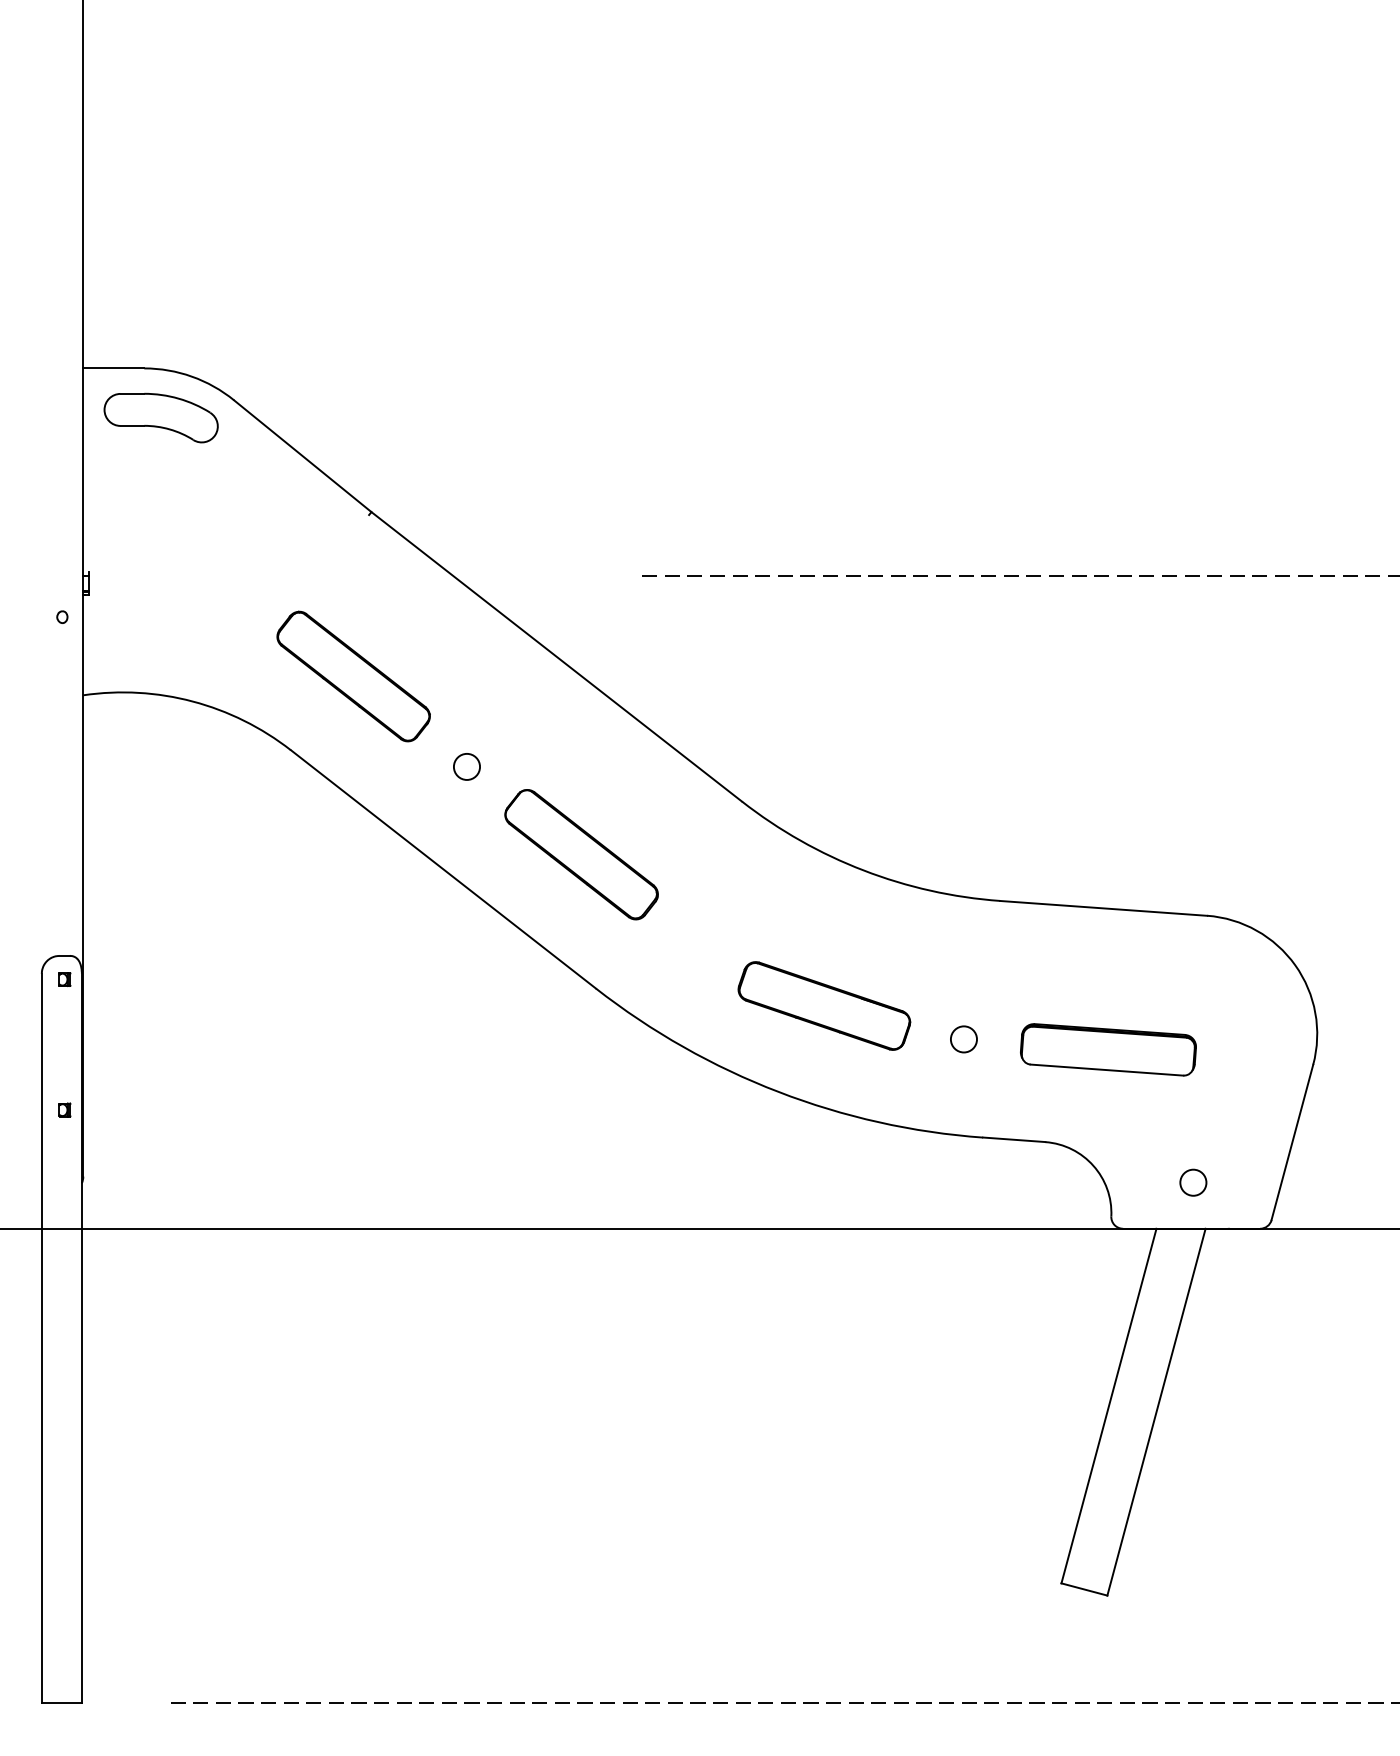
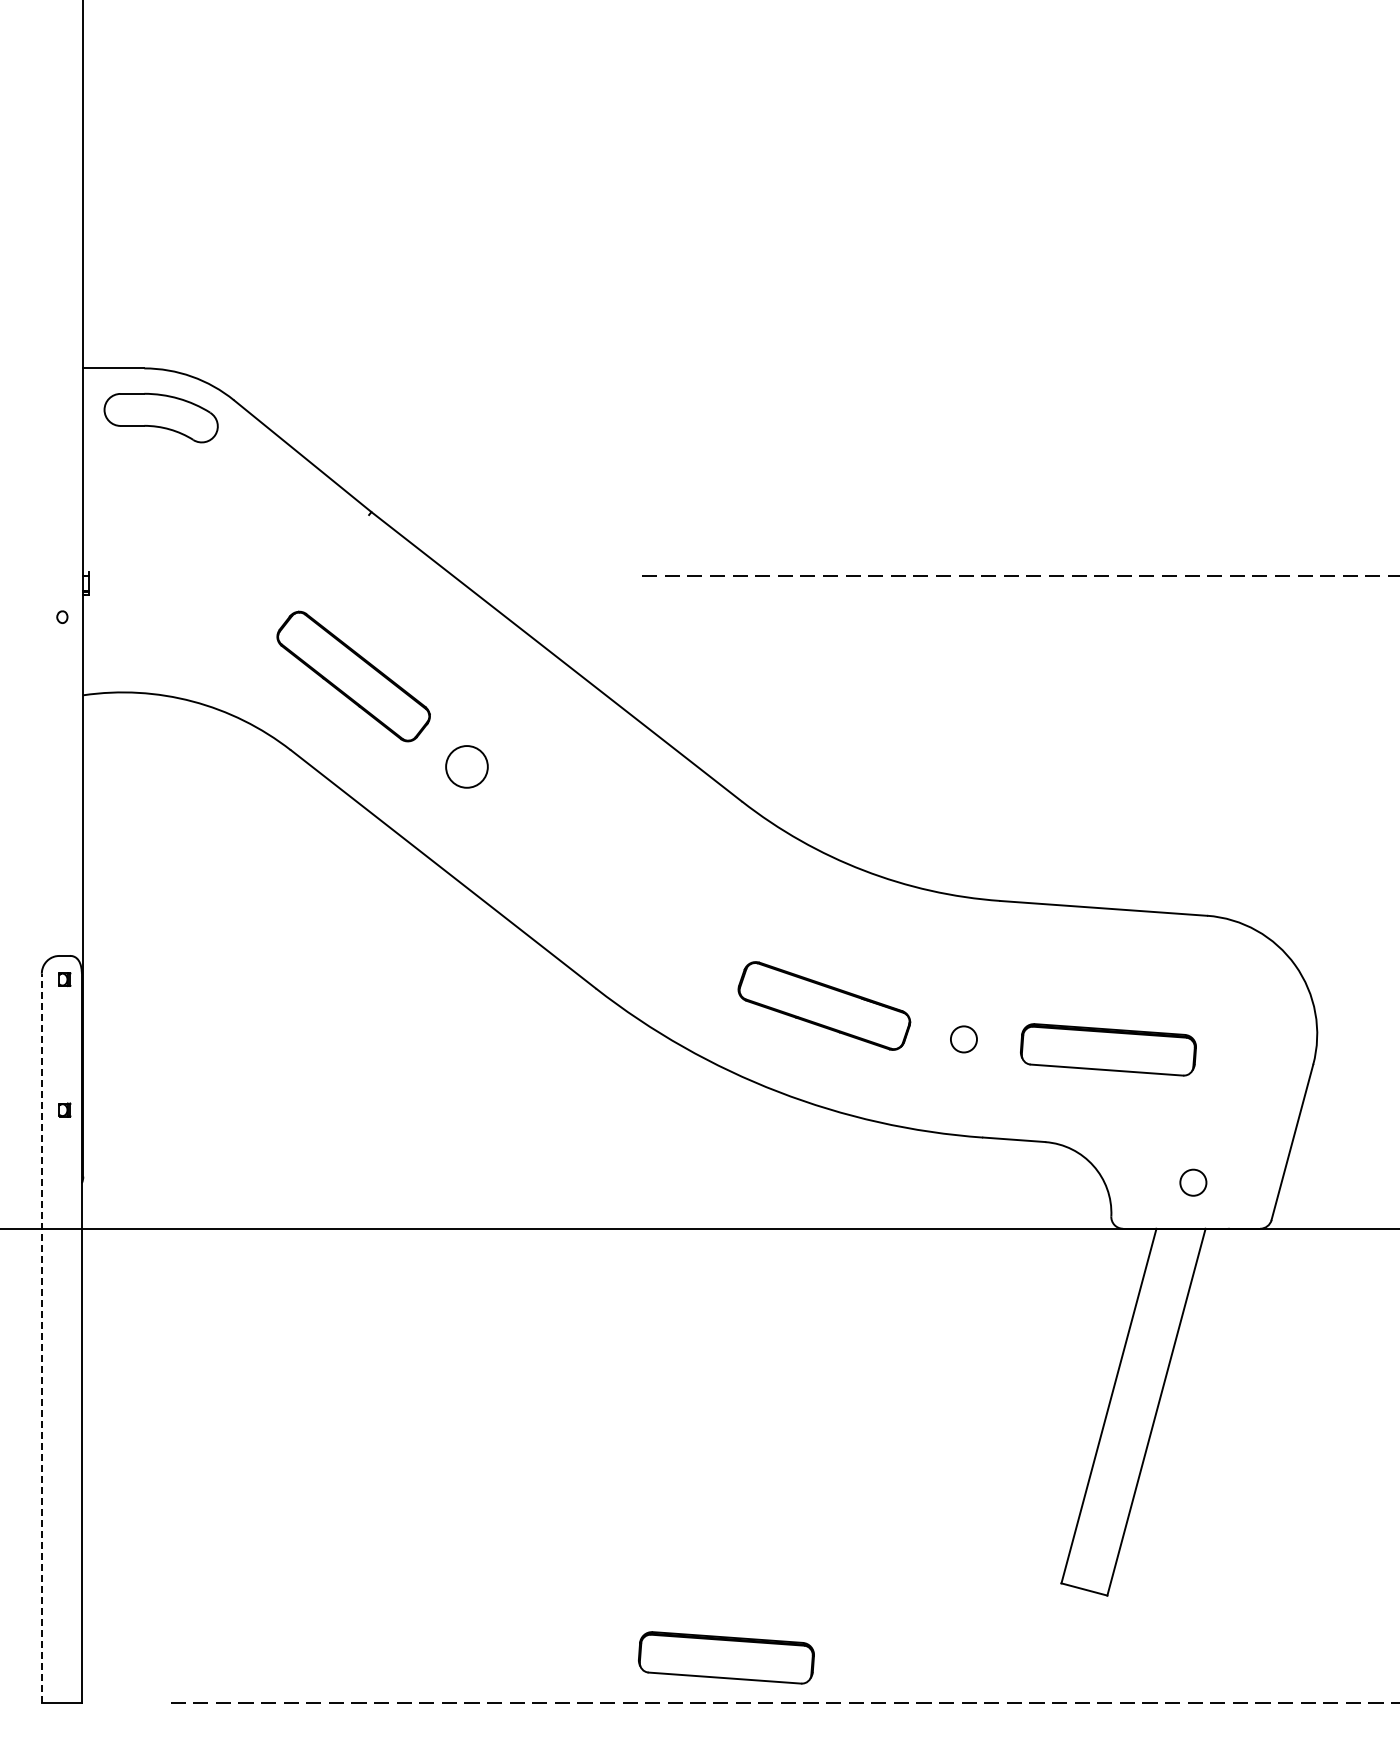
circle at (466, 766) diameter: 26 px -> 42 px
part at (581, 854): present -> none
line at (41, 1338): solid -> dashed
part at (726, 1657): none -> present
